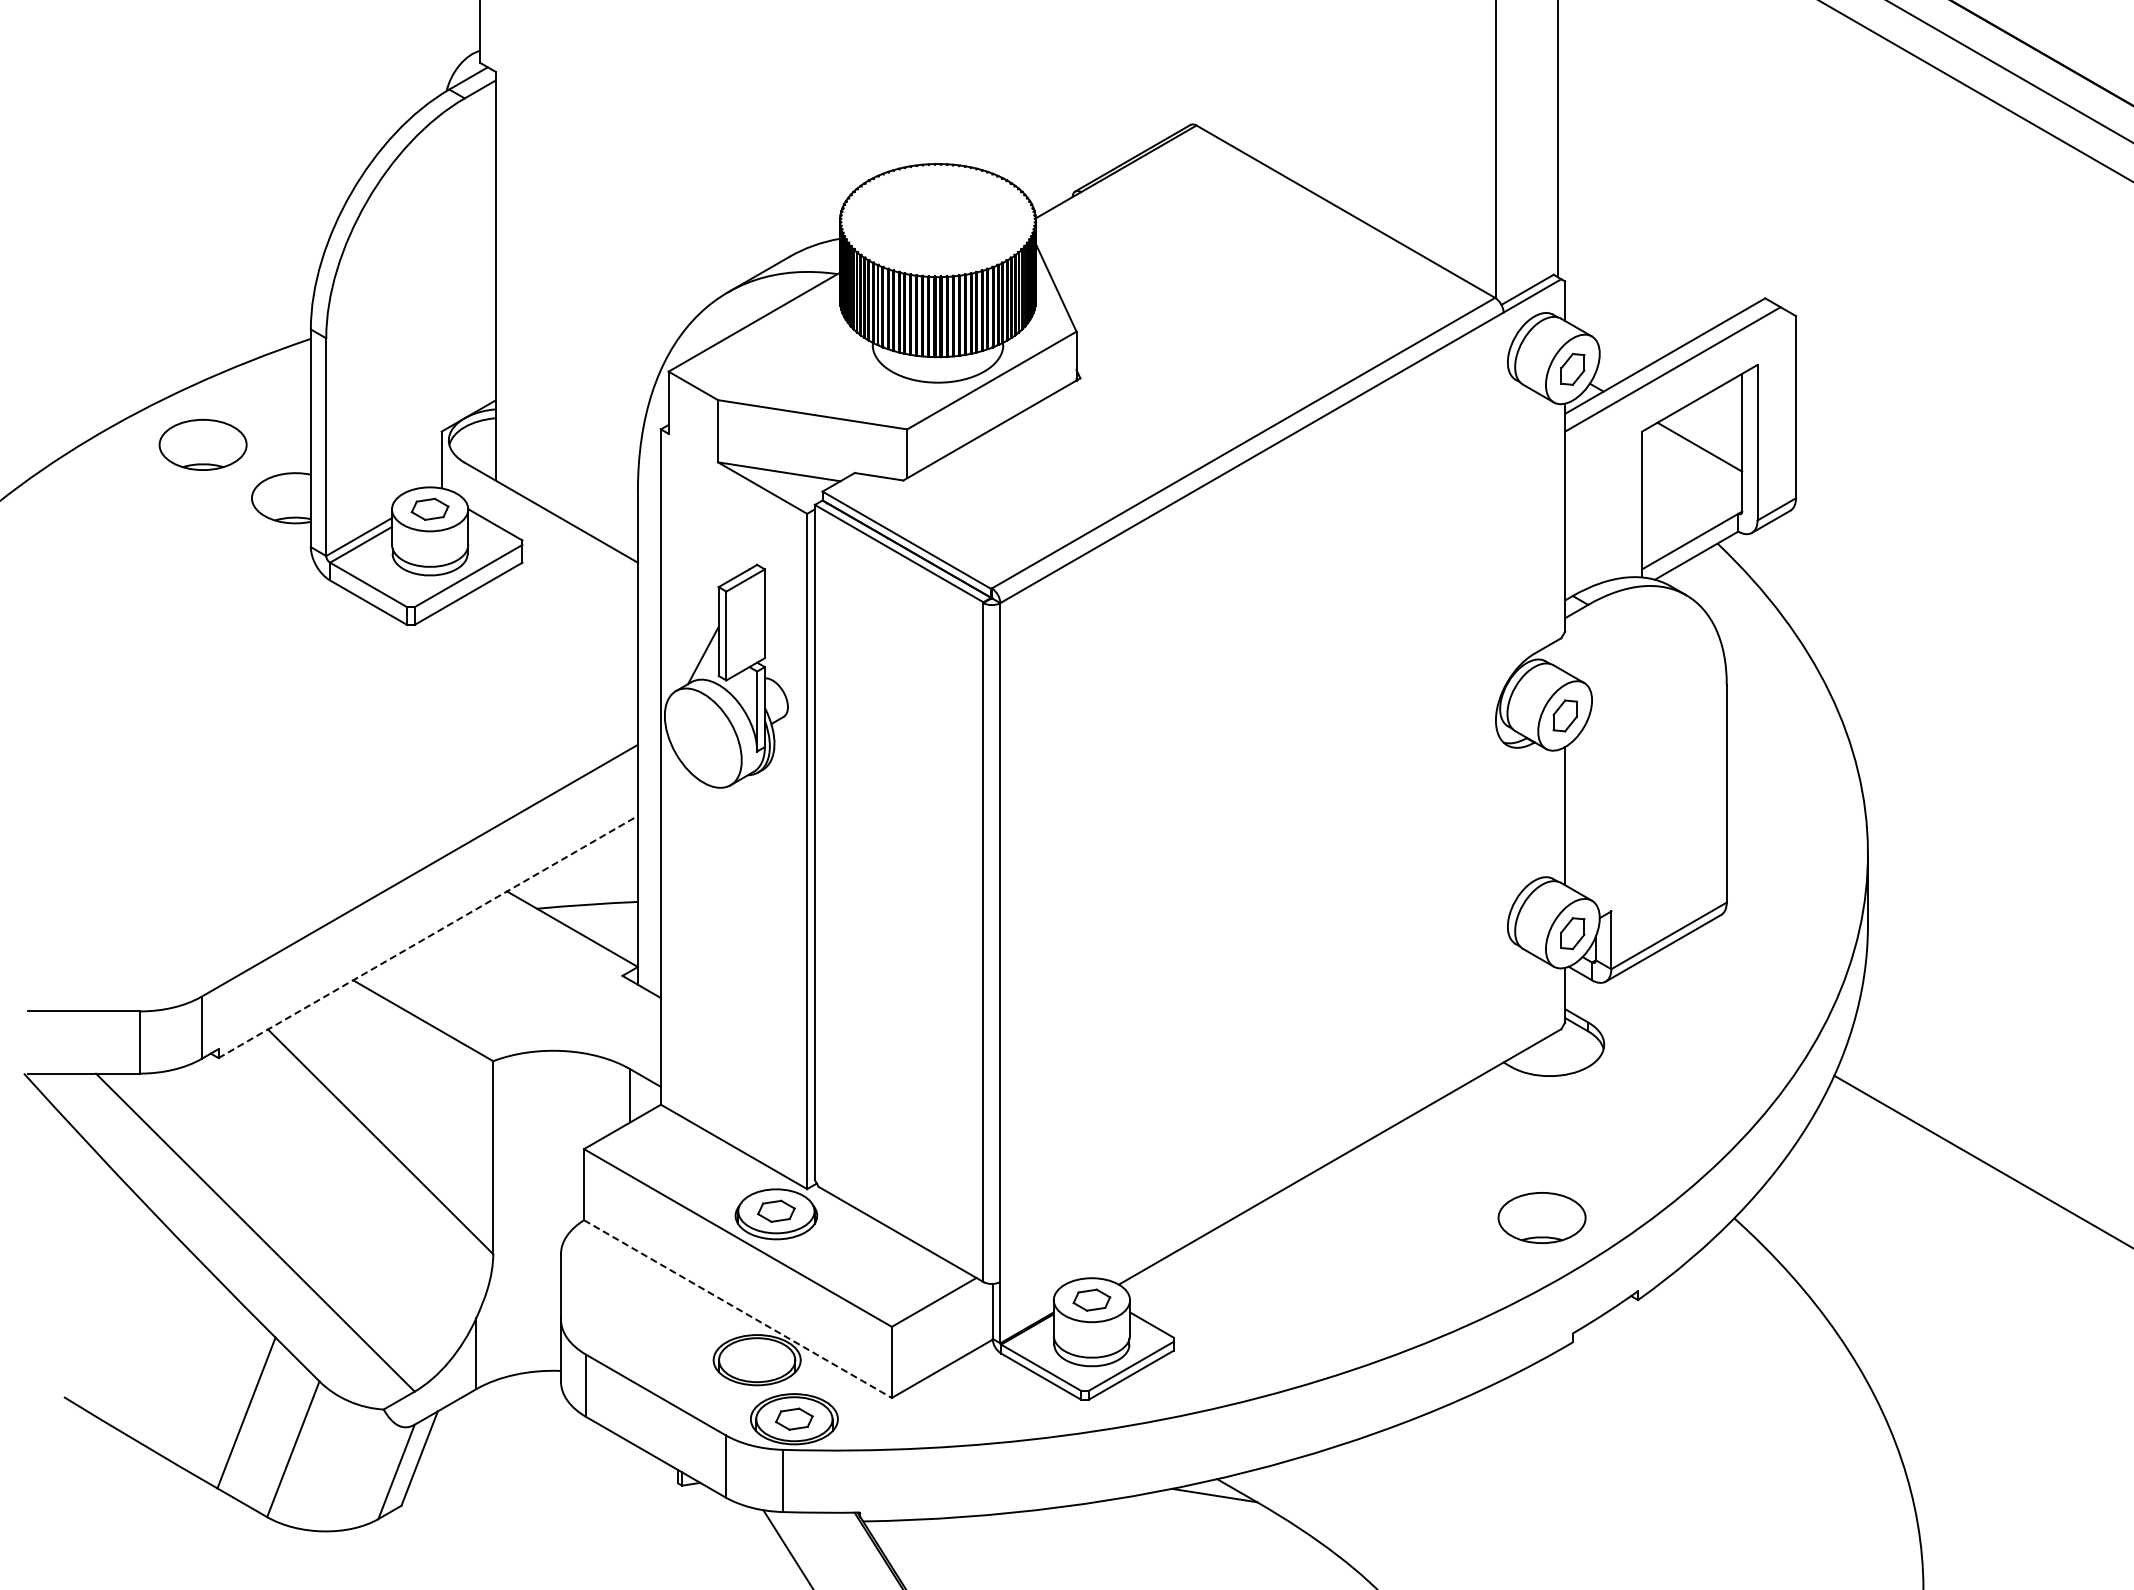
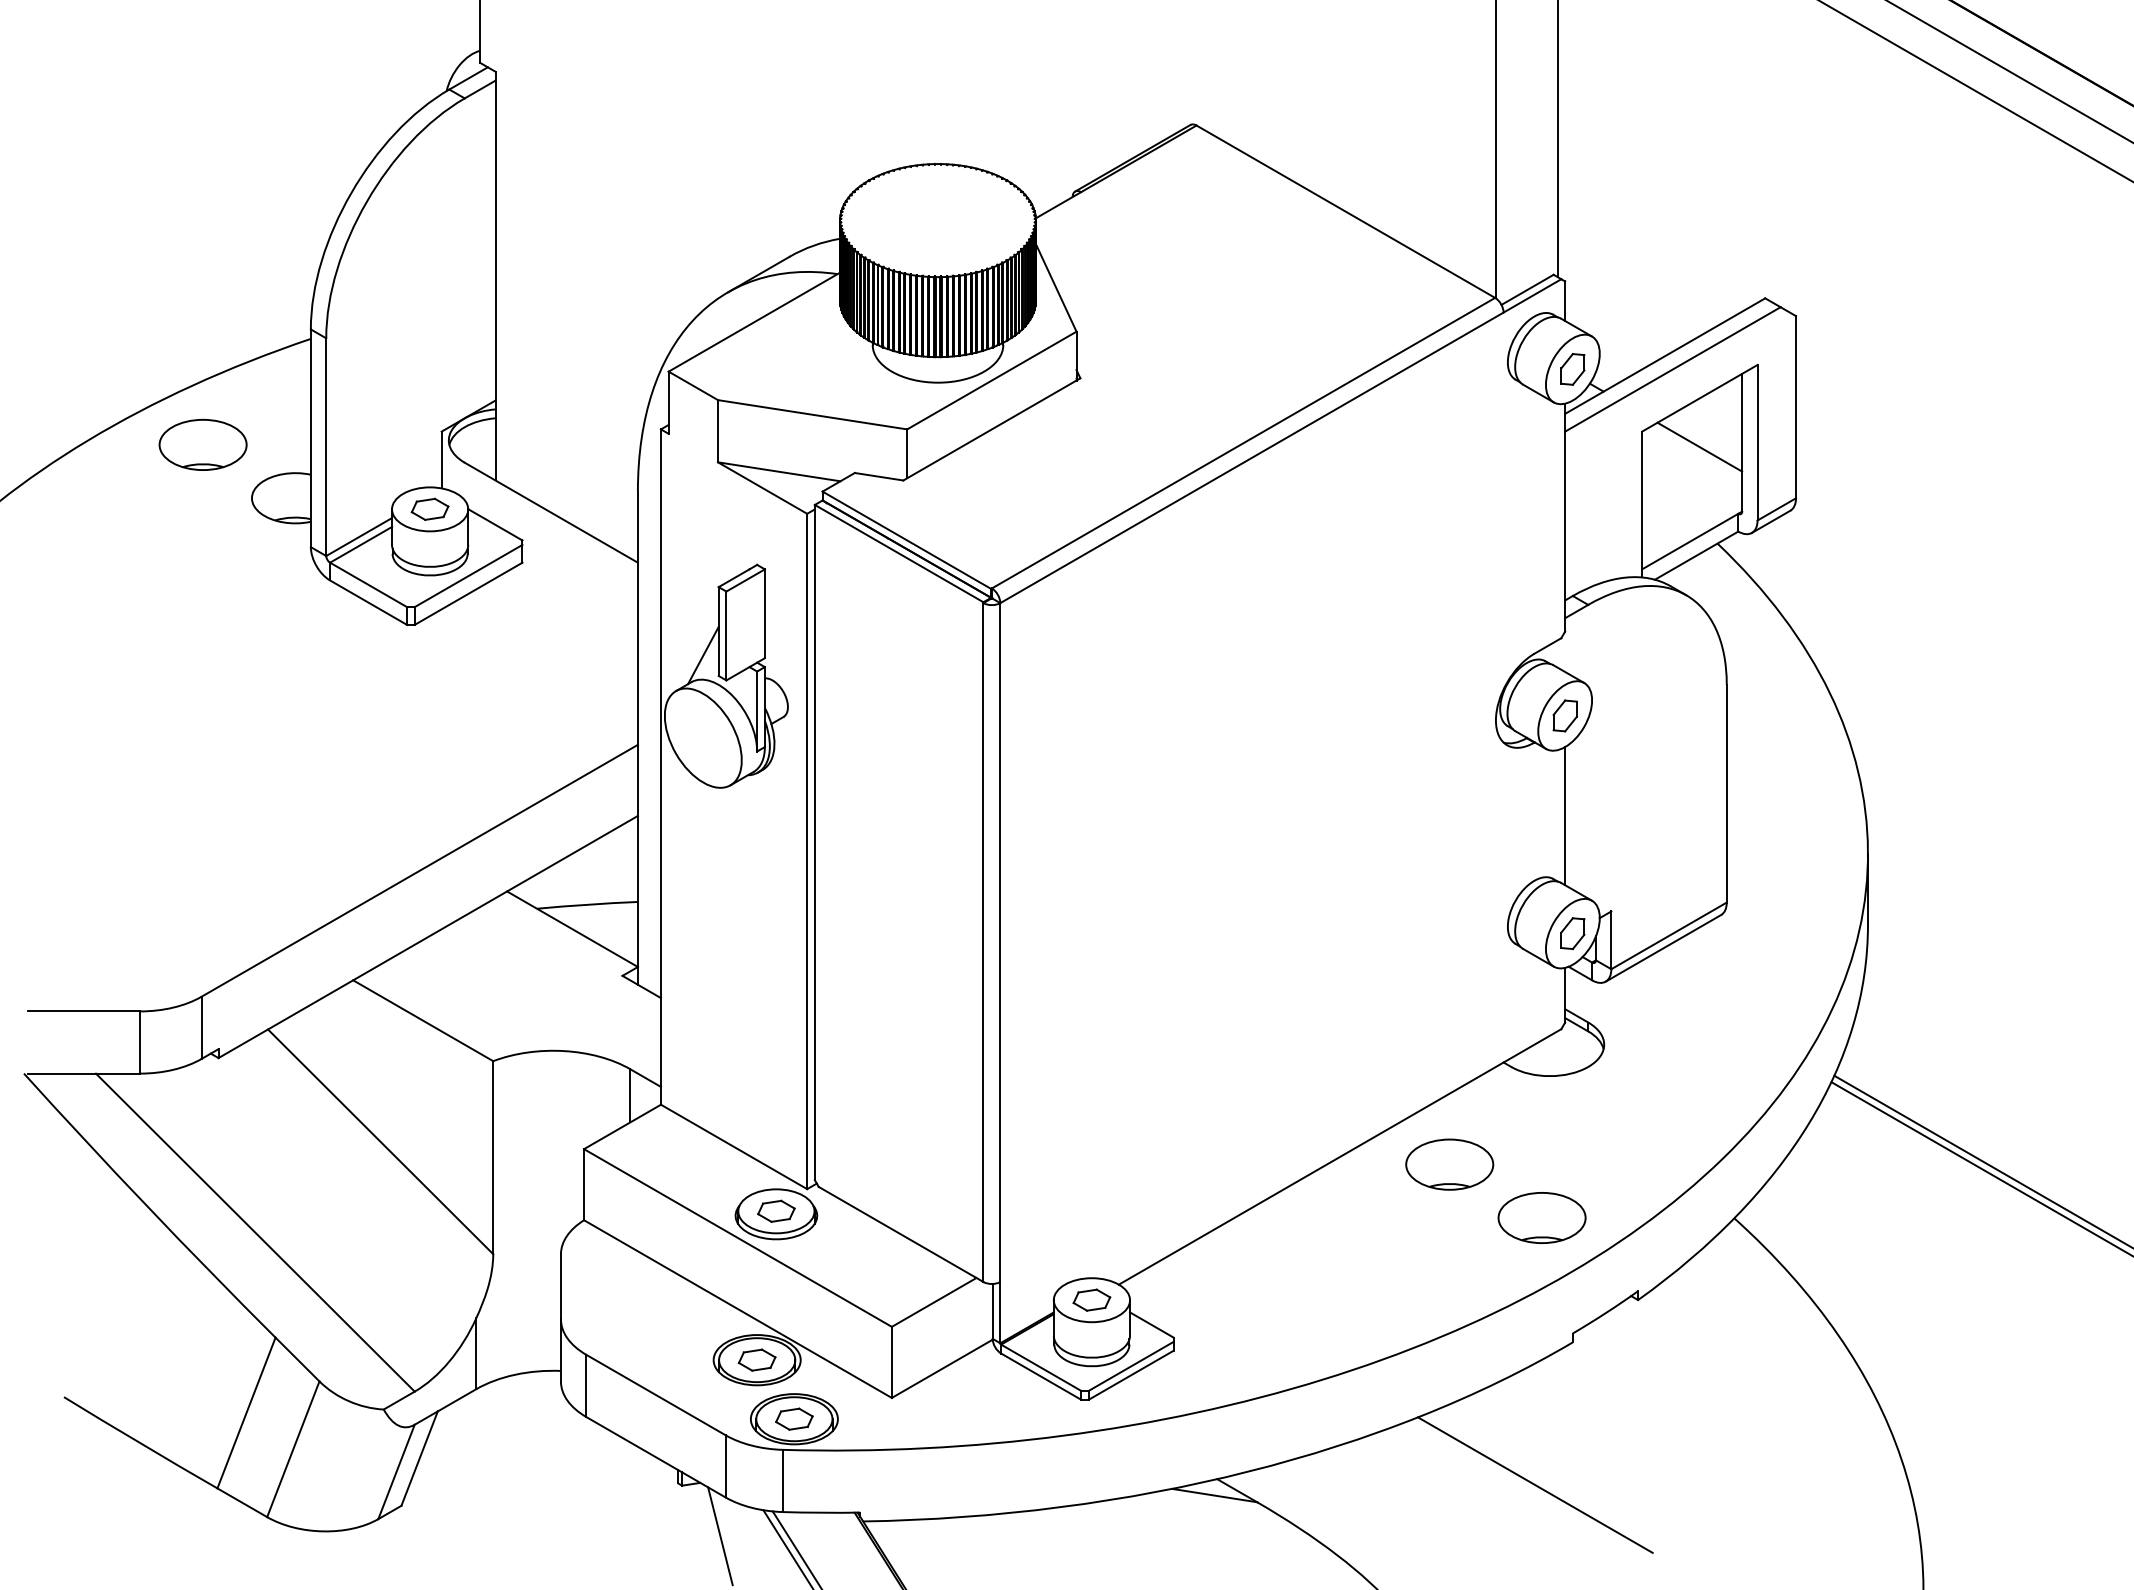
line at (428, 936): dashed -> solid
part at (1449, 1164): none -> present
line at (1980, 1168): none -> present
line at (737, 1309): dashed -> solid
part at (756, 1359): none -> present
line at (1535, 1484): none -> present
line at (720, 1536): none -> present
line at (795, 1548): none -> present
